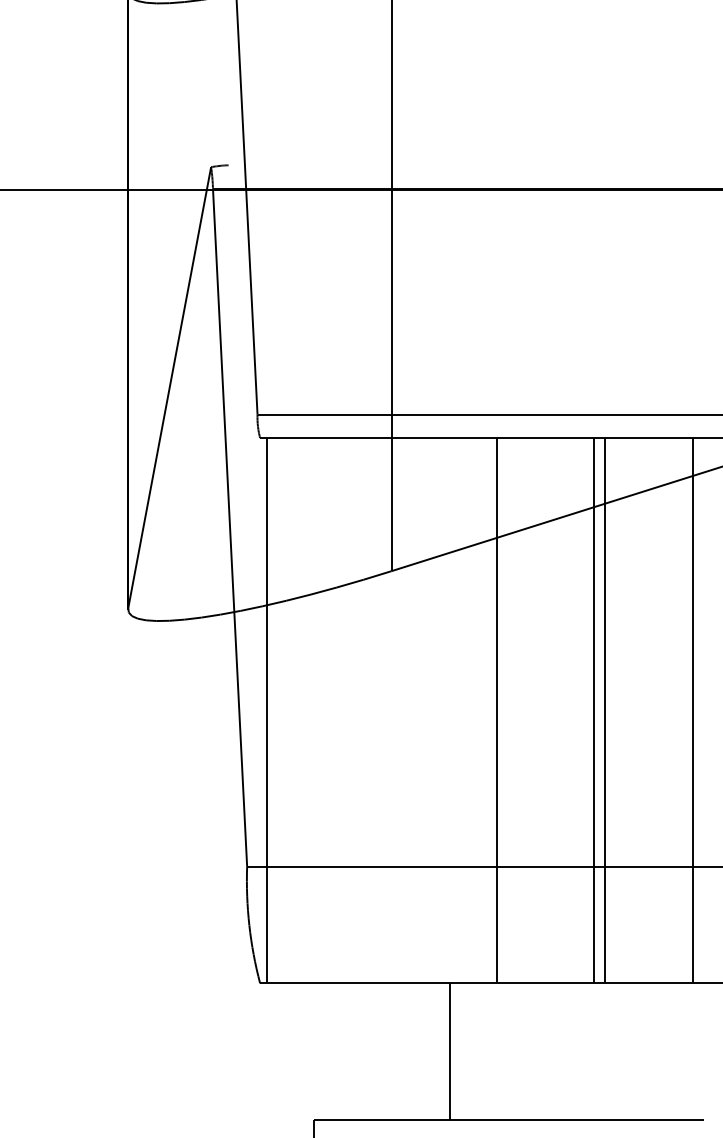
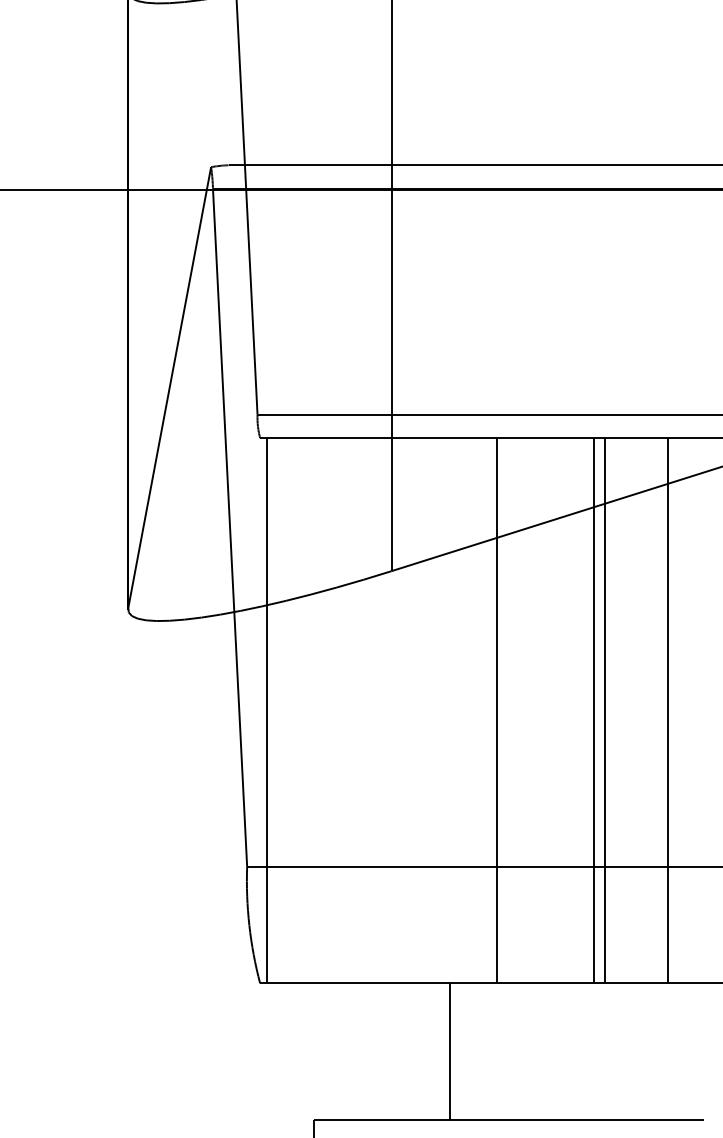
line at (473, 165): none -> present
line at (693, 710) position: (693, 710) -> (668, 710)
